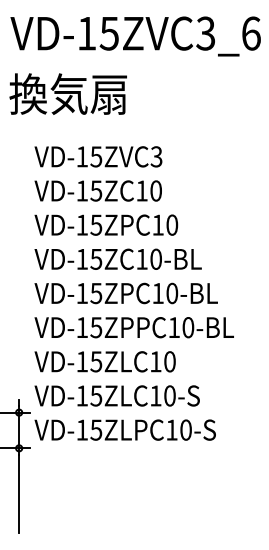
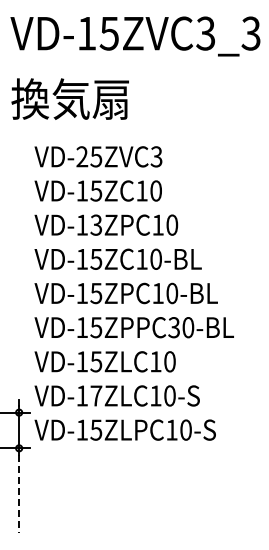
text at (250, 33): VD-15ZVC3_6 -> VD-15ZVC3_3
text at (67, 93) position: (67, 93) -> (69, 98)
text at (82, 156): VD-15ZVC3 -> VD-25ZVC3
text at (96, 224): VD-15ZPC10 -> VD-13ZPC10
text at (173, 327): VD-15ZPPC10-BL -> VD-15ZPPC30-BL
text at (96, 395): VD-15ZLC10-S -> VD-17ZLC10-S
line at (19, 494): solid -> dashed
